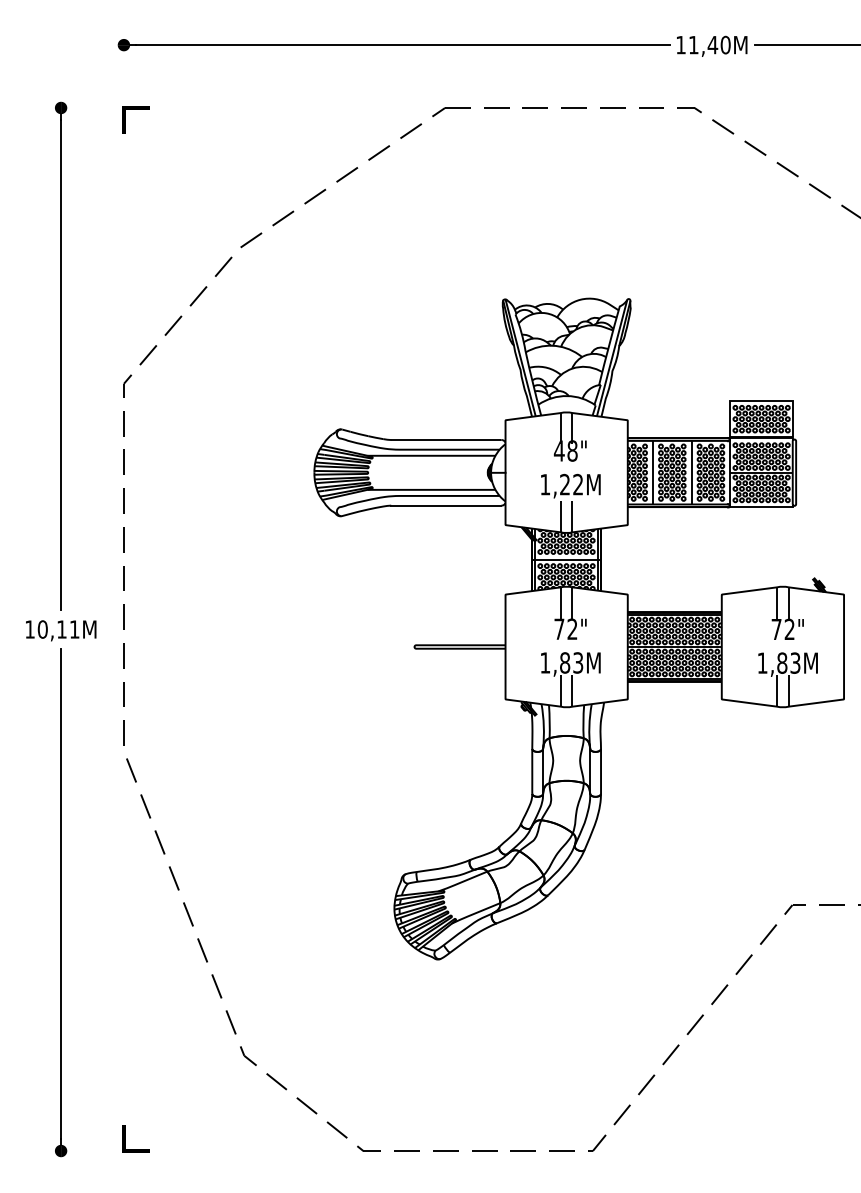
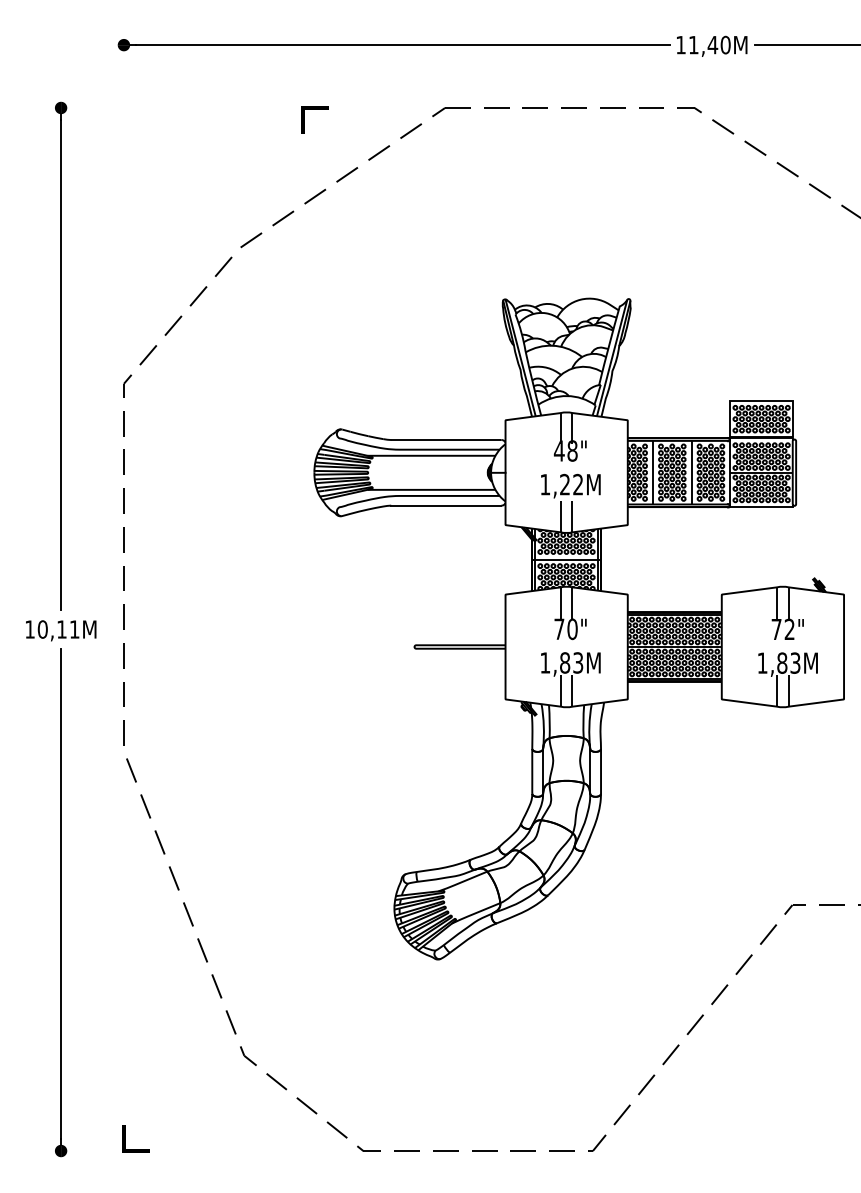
line at (135, 109) position: (135, 109) -> (314, 109)
text at (572, 629): 72" -> 70"
